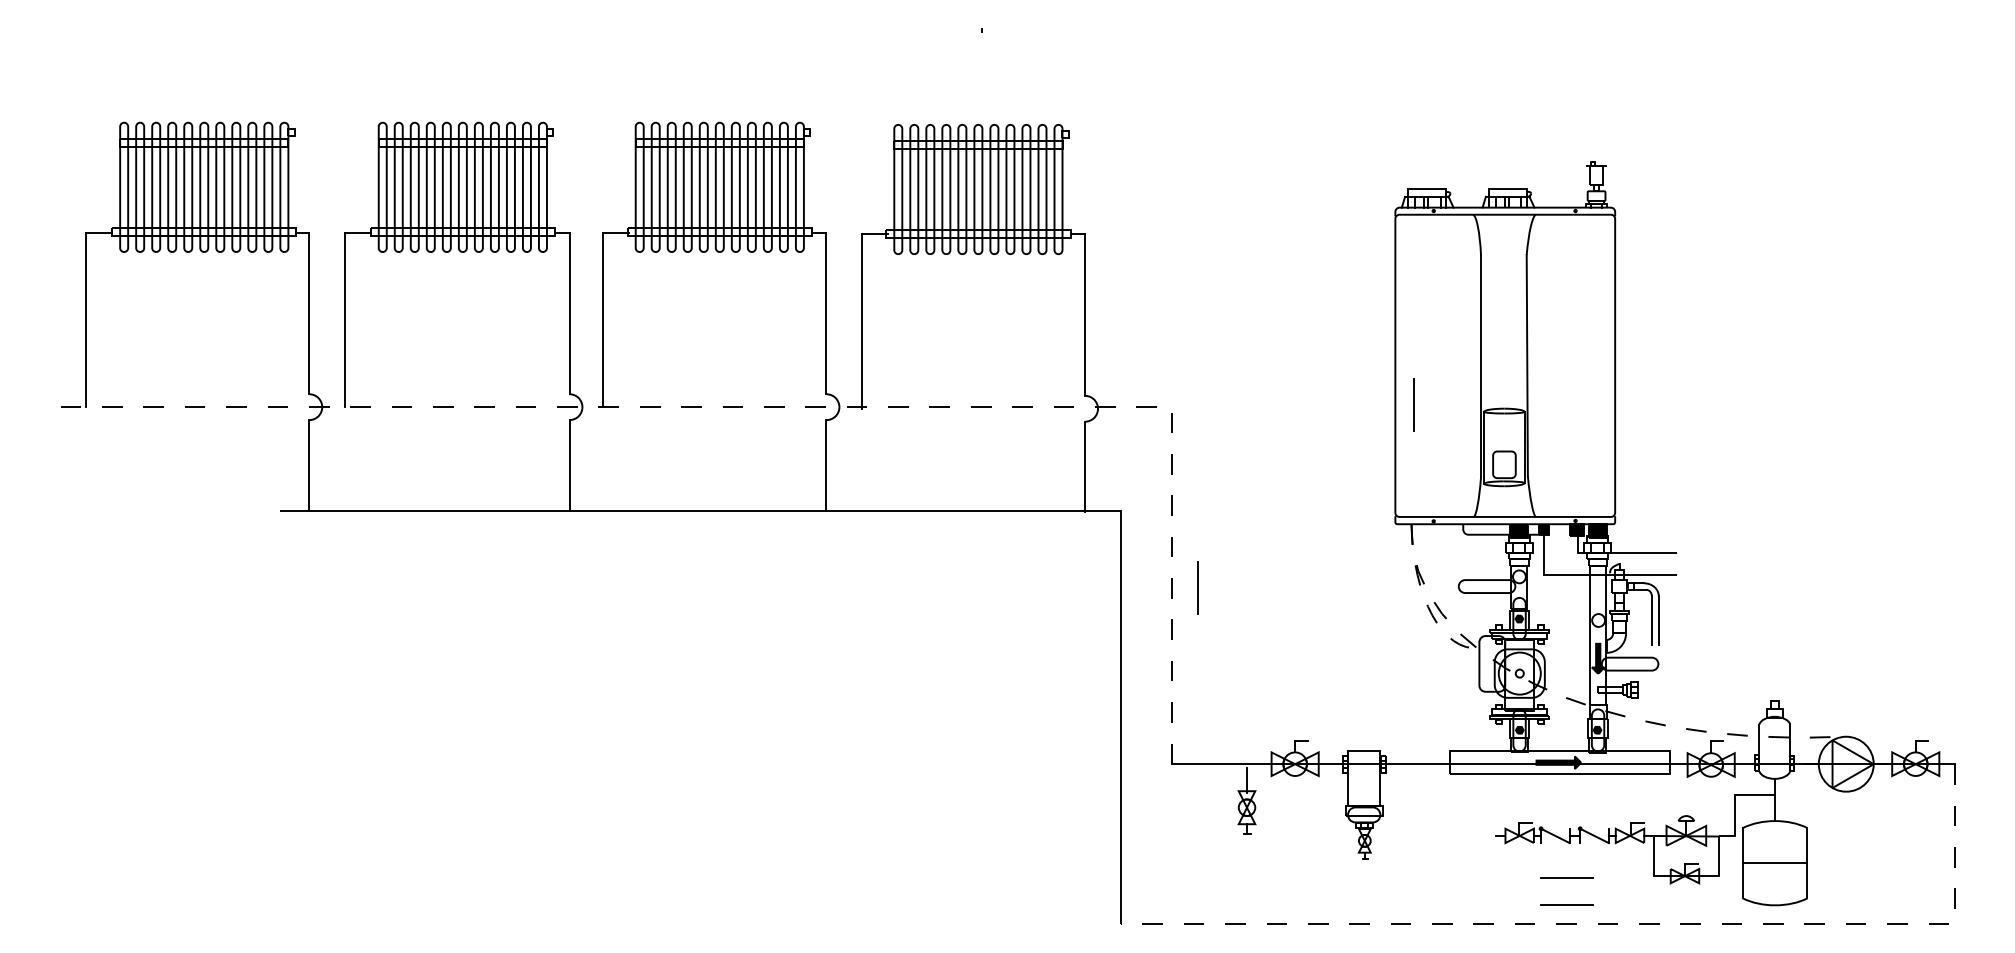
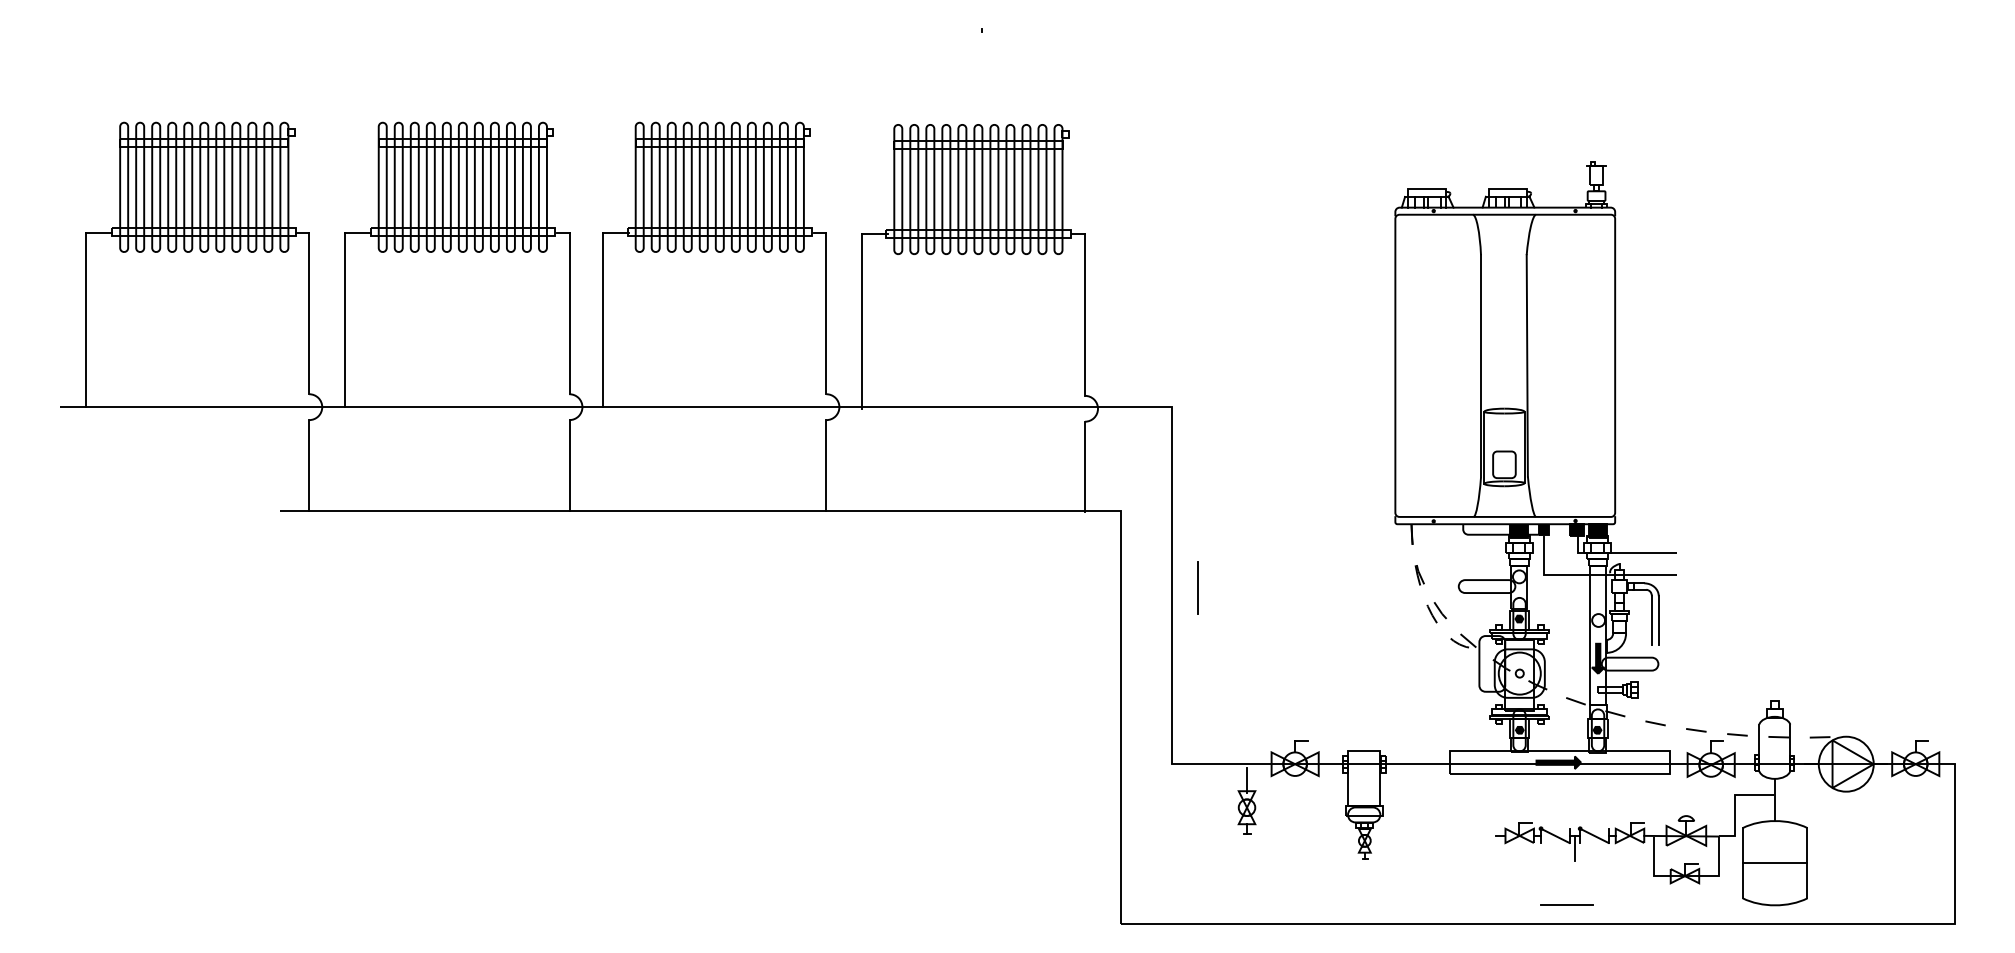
line at (1413, 404): present -> none
line at (795, 407): dashed -> solid
line at (1574, 847): none -> present
line at (1566, 877): present -> none
line at (1618, 924): dashed -> solid
